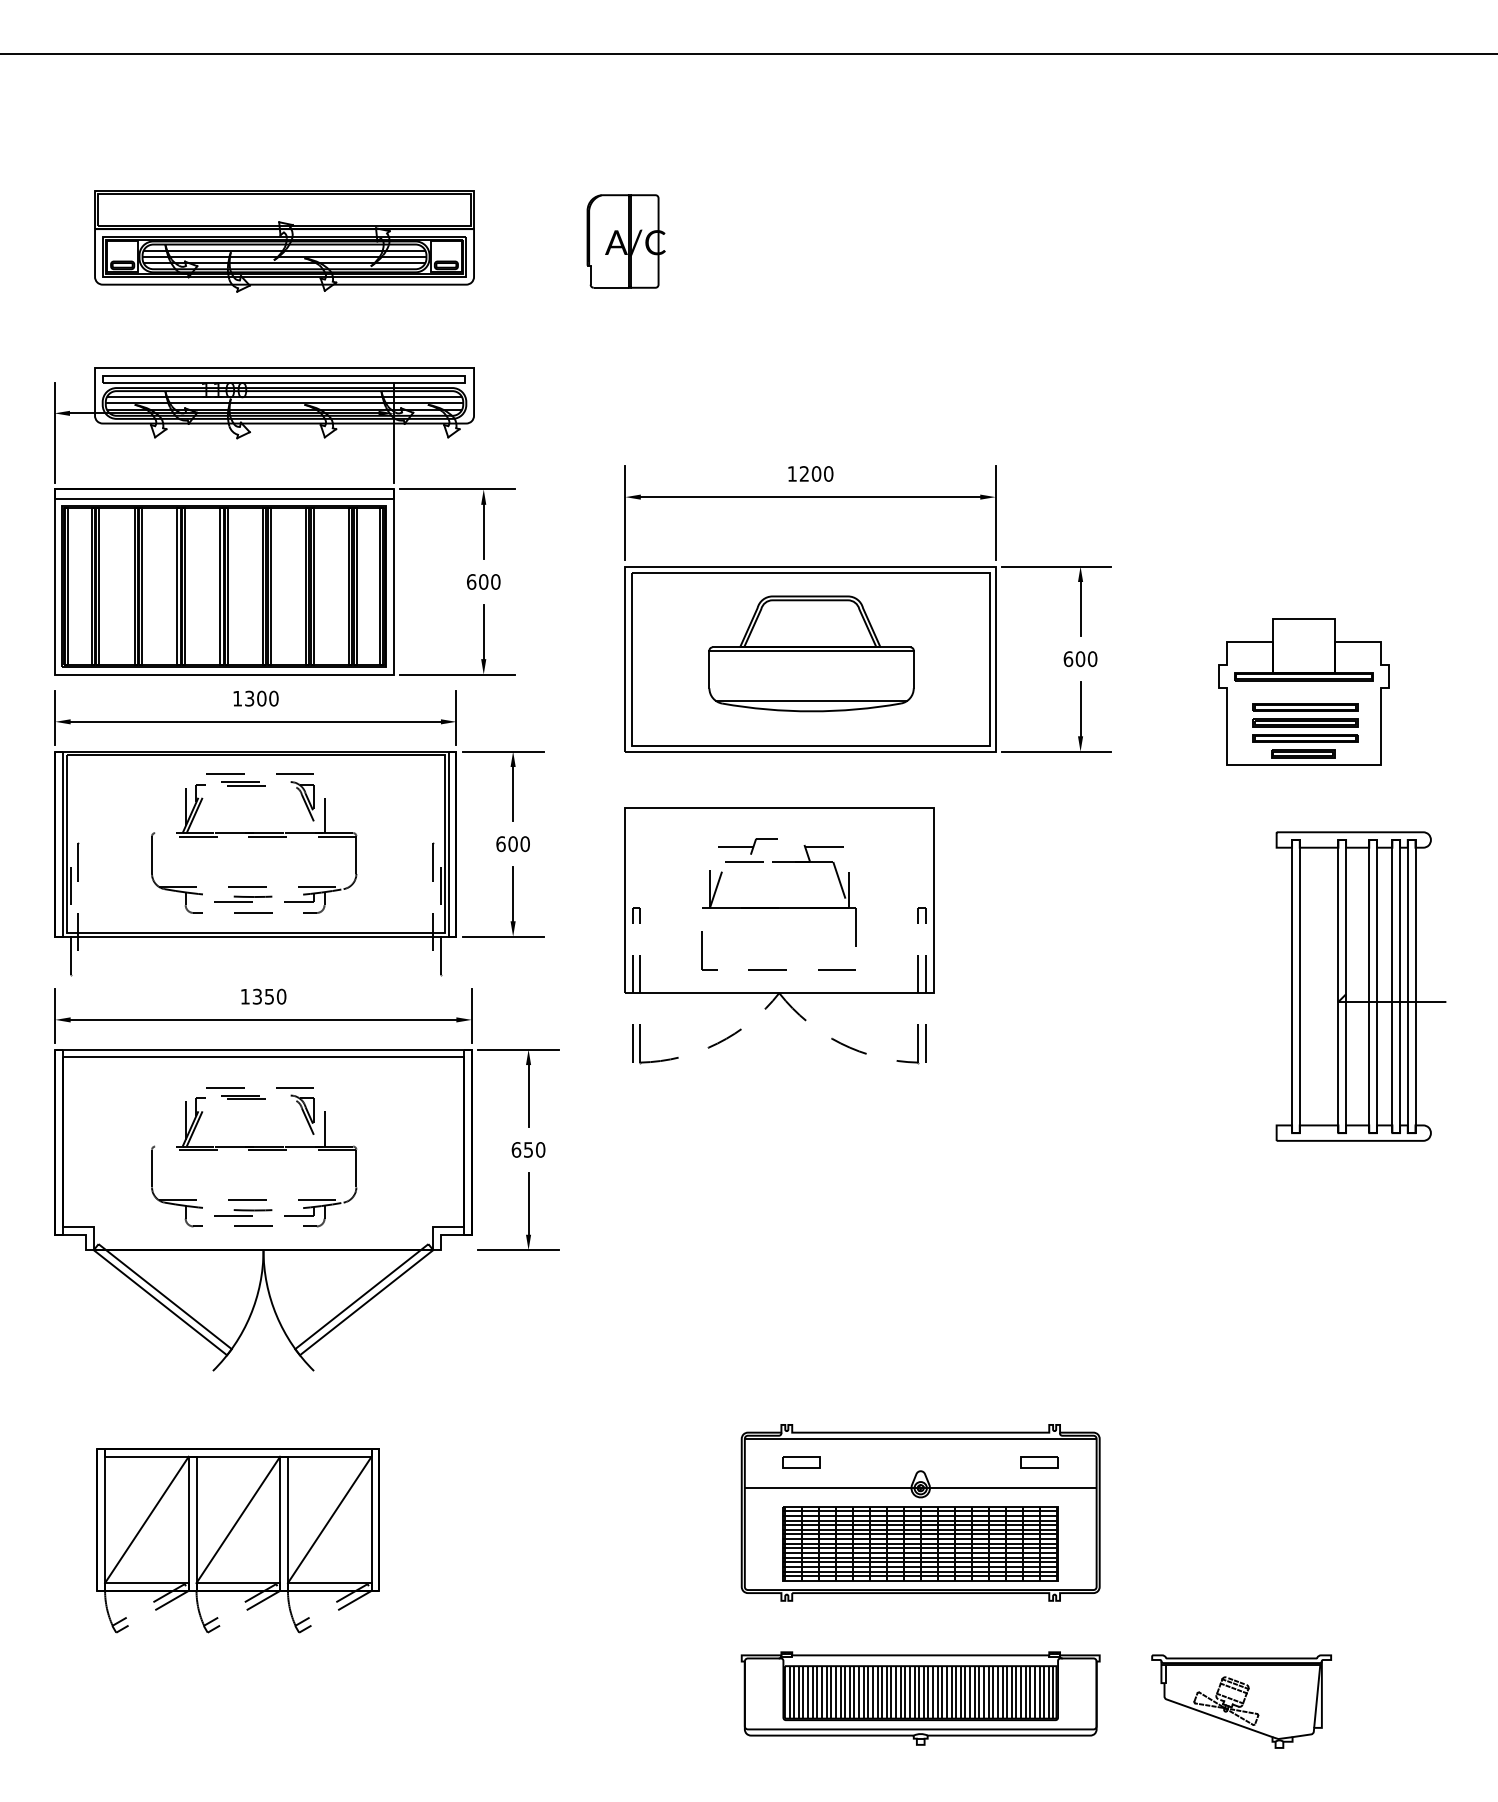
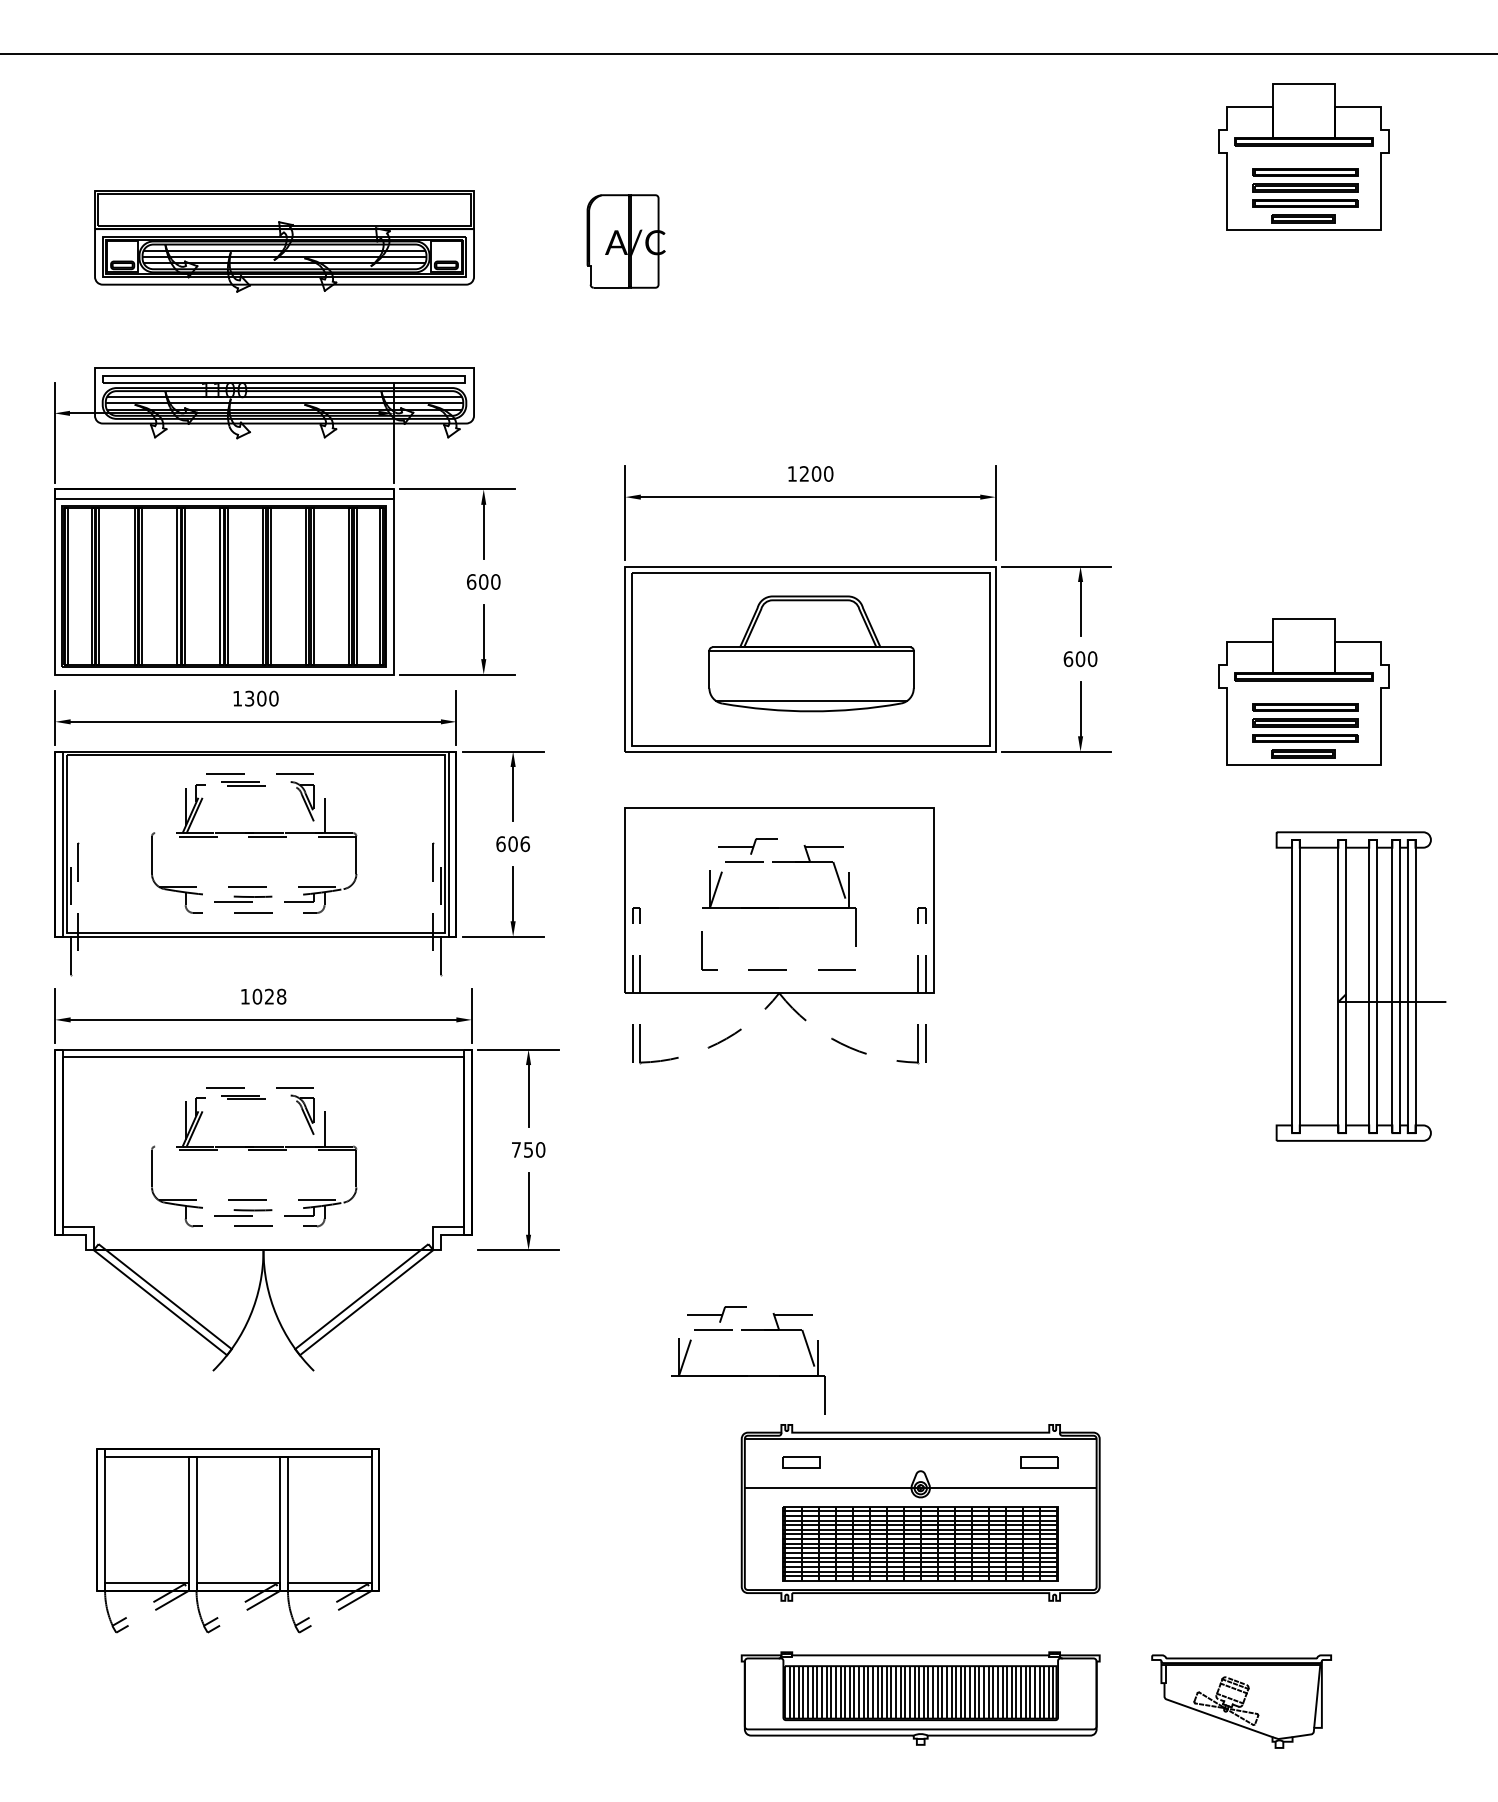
part at (1303, 156): none -> present
text at (525, 843): 600 -> 606
text at (269, 996): 1350 -> 1028
text at (516, 1149): 650 -> 750
part at (748, 1375): none -> present
line at (146, 1519): present -> none
line at (238, 1519): present -> none
line at (329, 1519): present -> none
